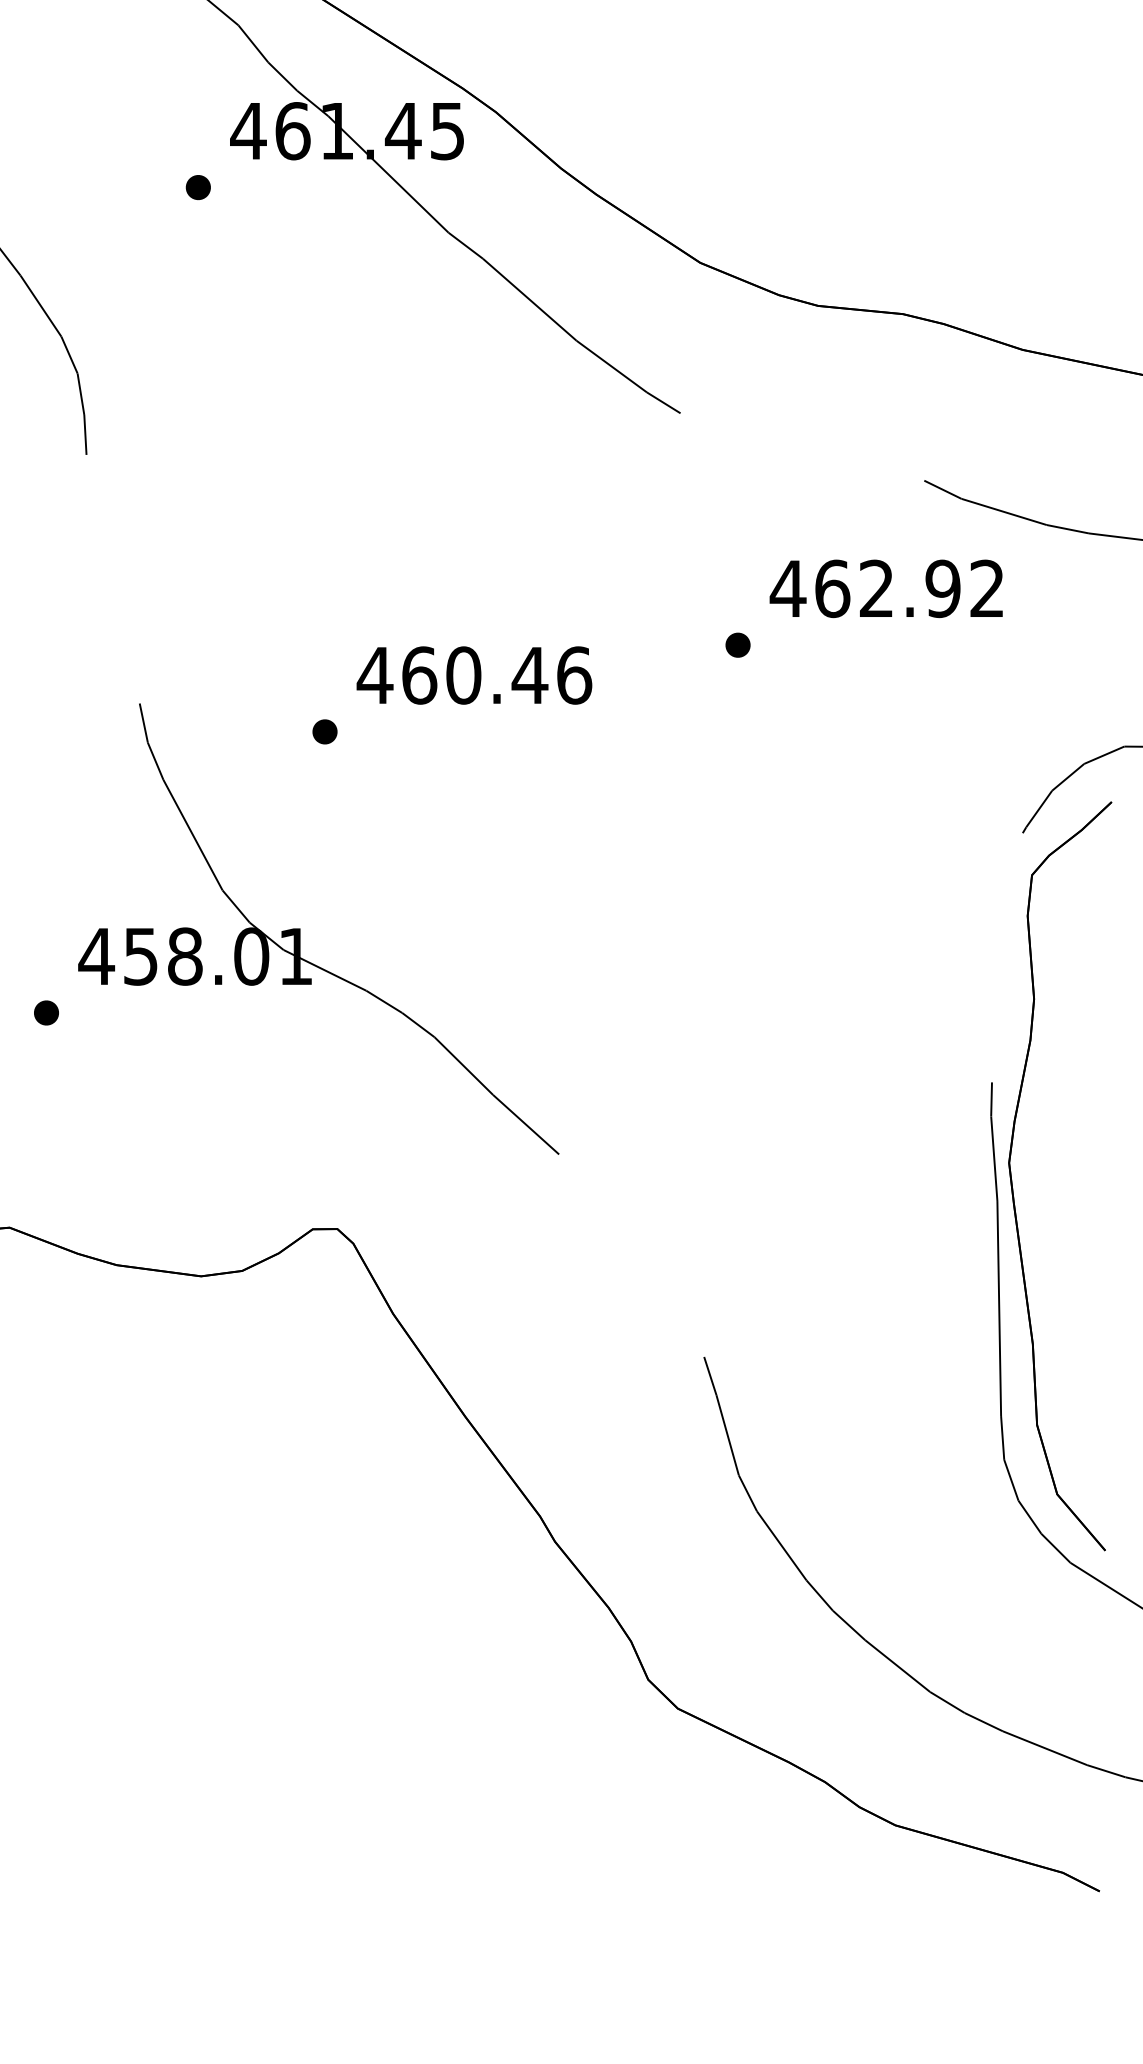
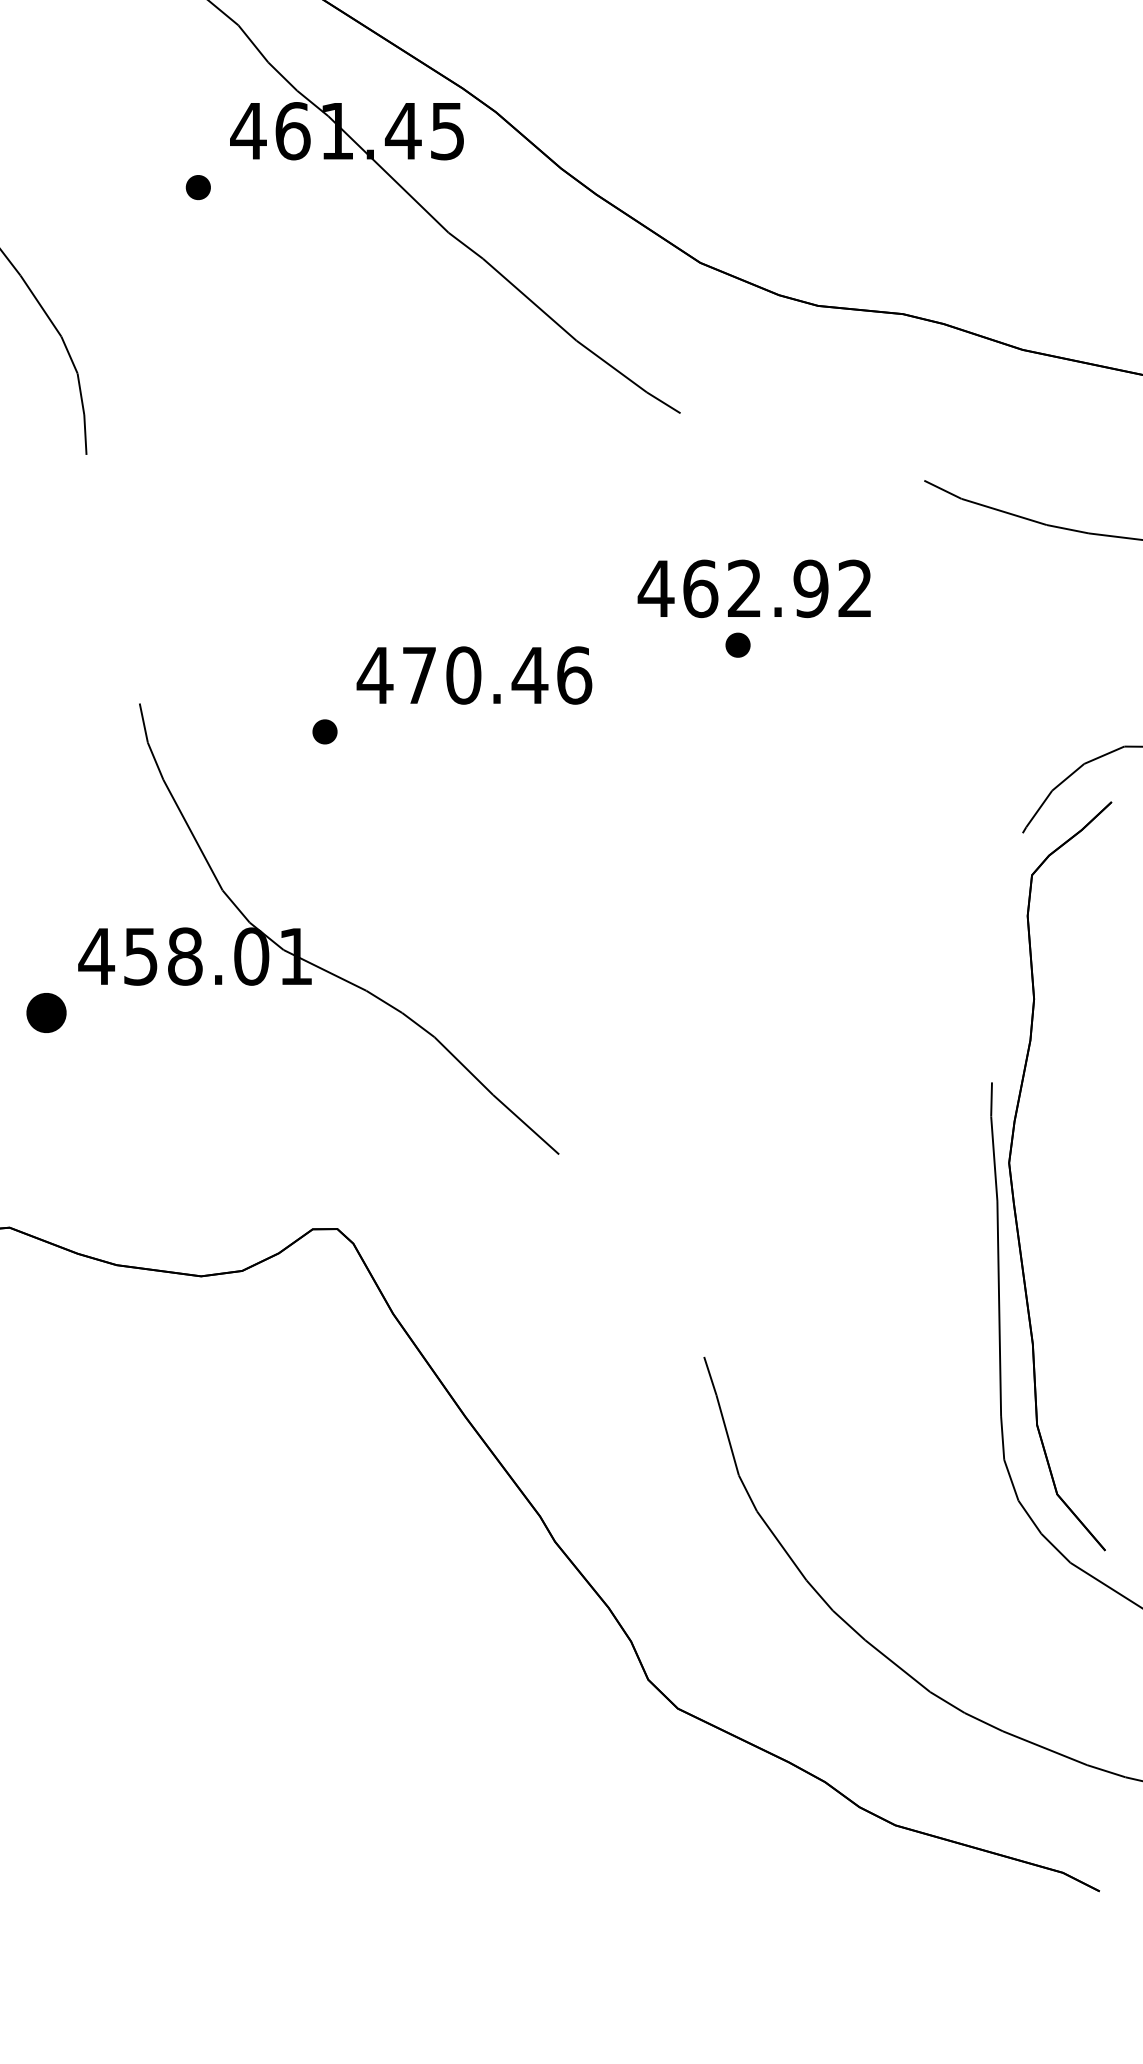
text at (885, 588) position: (885, 588) -> (753, 588)
text at (419, 675): 460.46 -> 470.46
part at (46, 1012) size: 25x26 px -> 41x40 px
